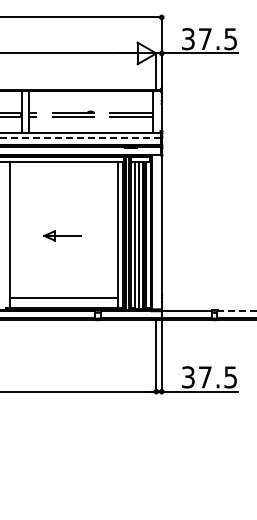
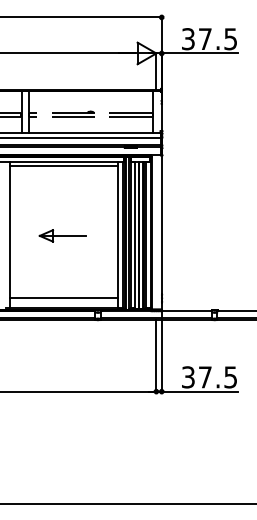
line at (80, 138): dashed -> solid
line at (63, 165): none -> present
part at (62, 235) size: 39x12 px -> 49x14 px
line at (237, 310): dashed -> solid
line at (127, 504): none -> present
